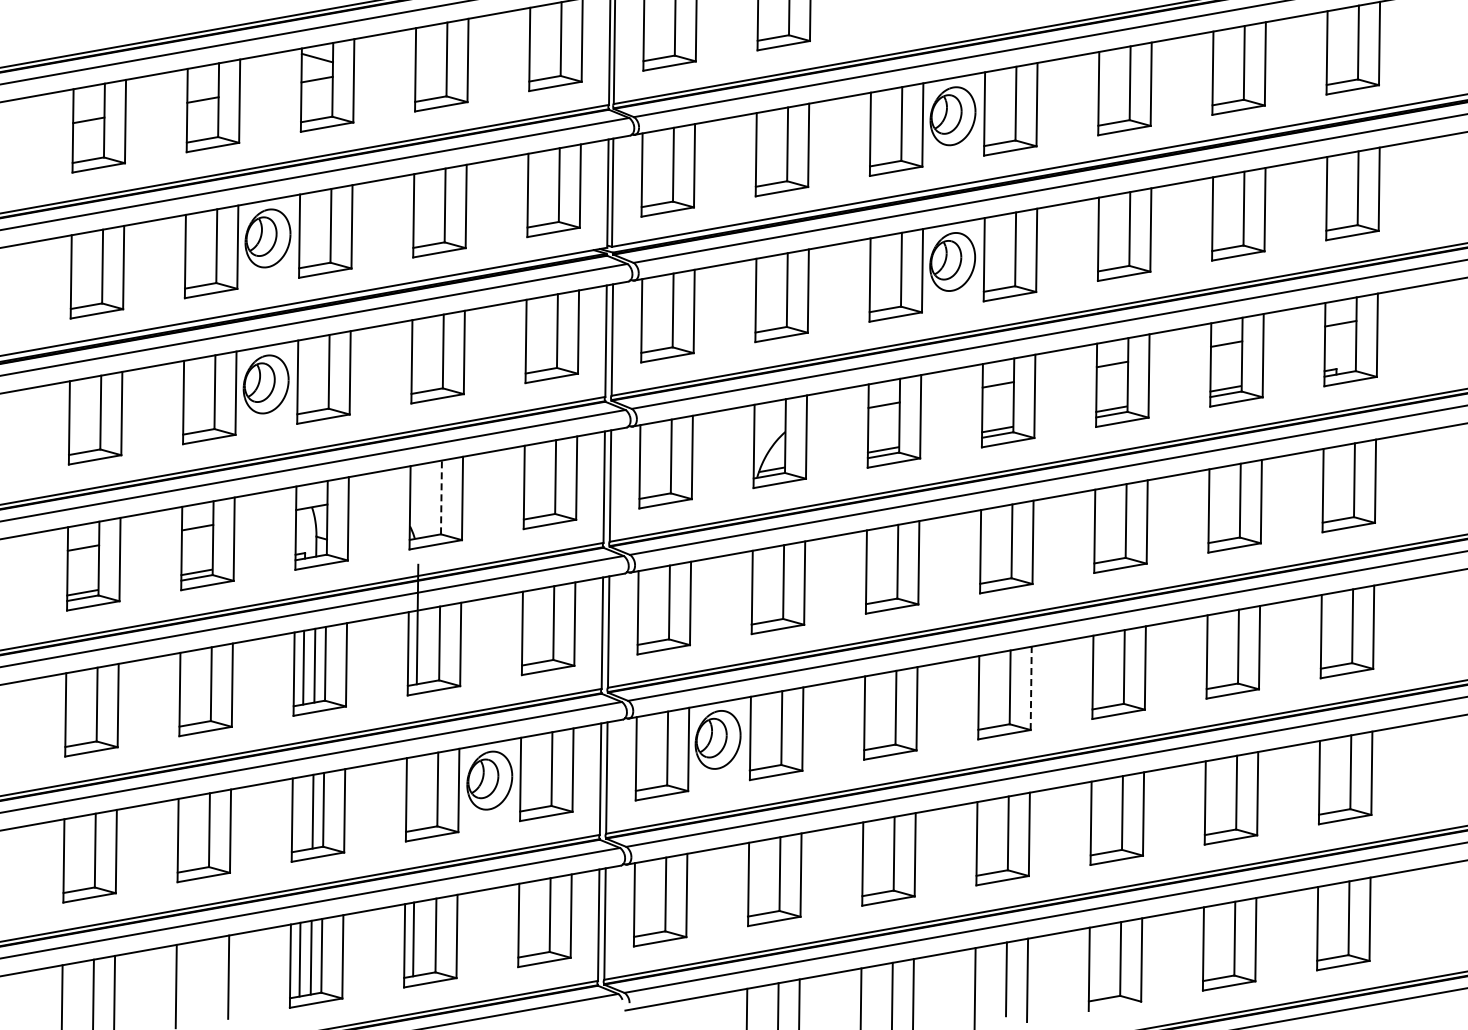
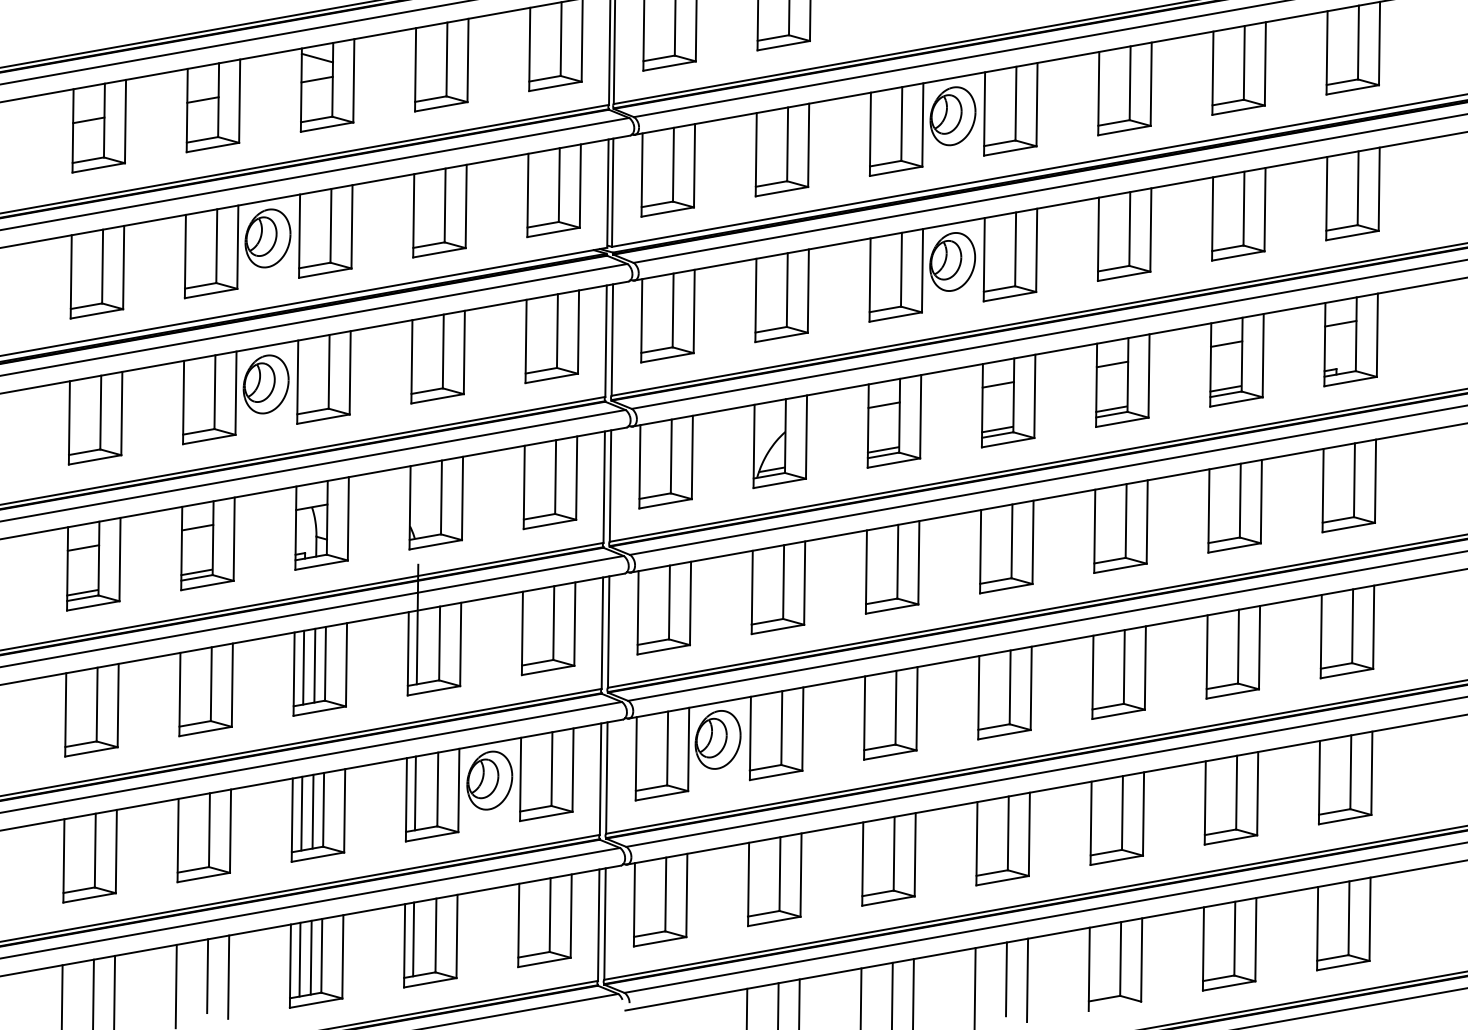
line at (441, 497): dashed -> solid
line at (1031, 688): dashed -> solid
line at (414, 793): none -> present
line at (301, 813): none -> present
line at (207, 976): none -> present
